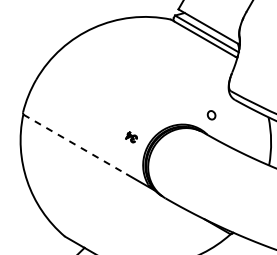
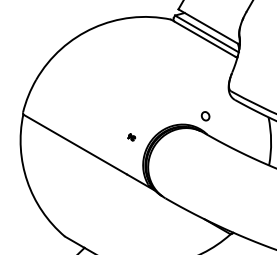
part at (211, 115) position: (211, 115) -> (205, 116)
part at (131, 137) size: 13x13 px -> 10x9 px
line at (75, 144): dashed -> solid
